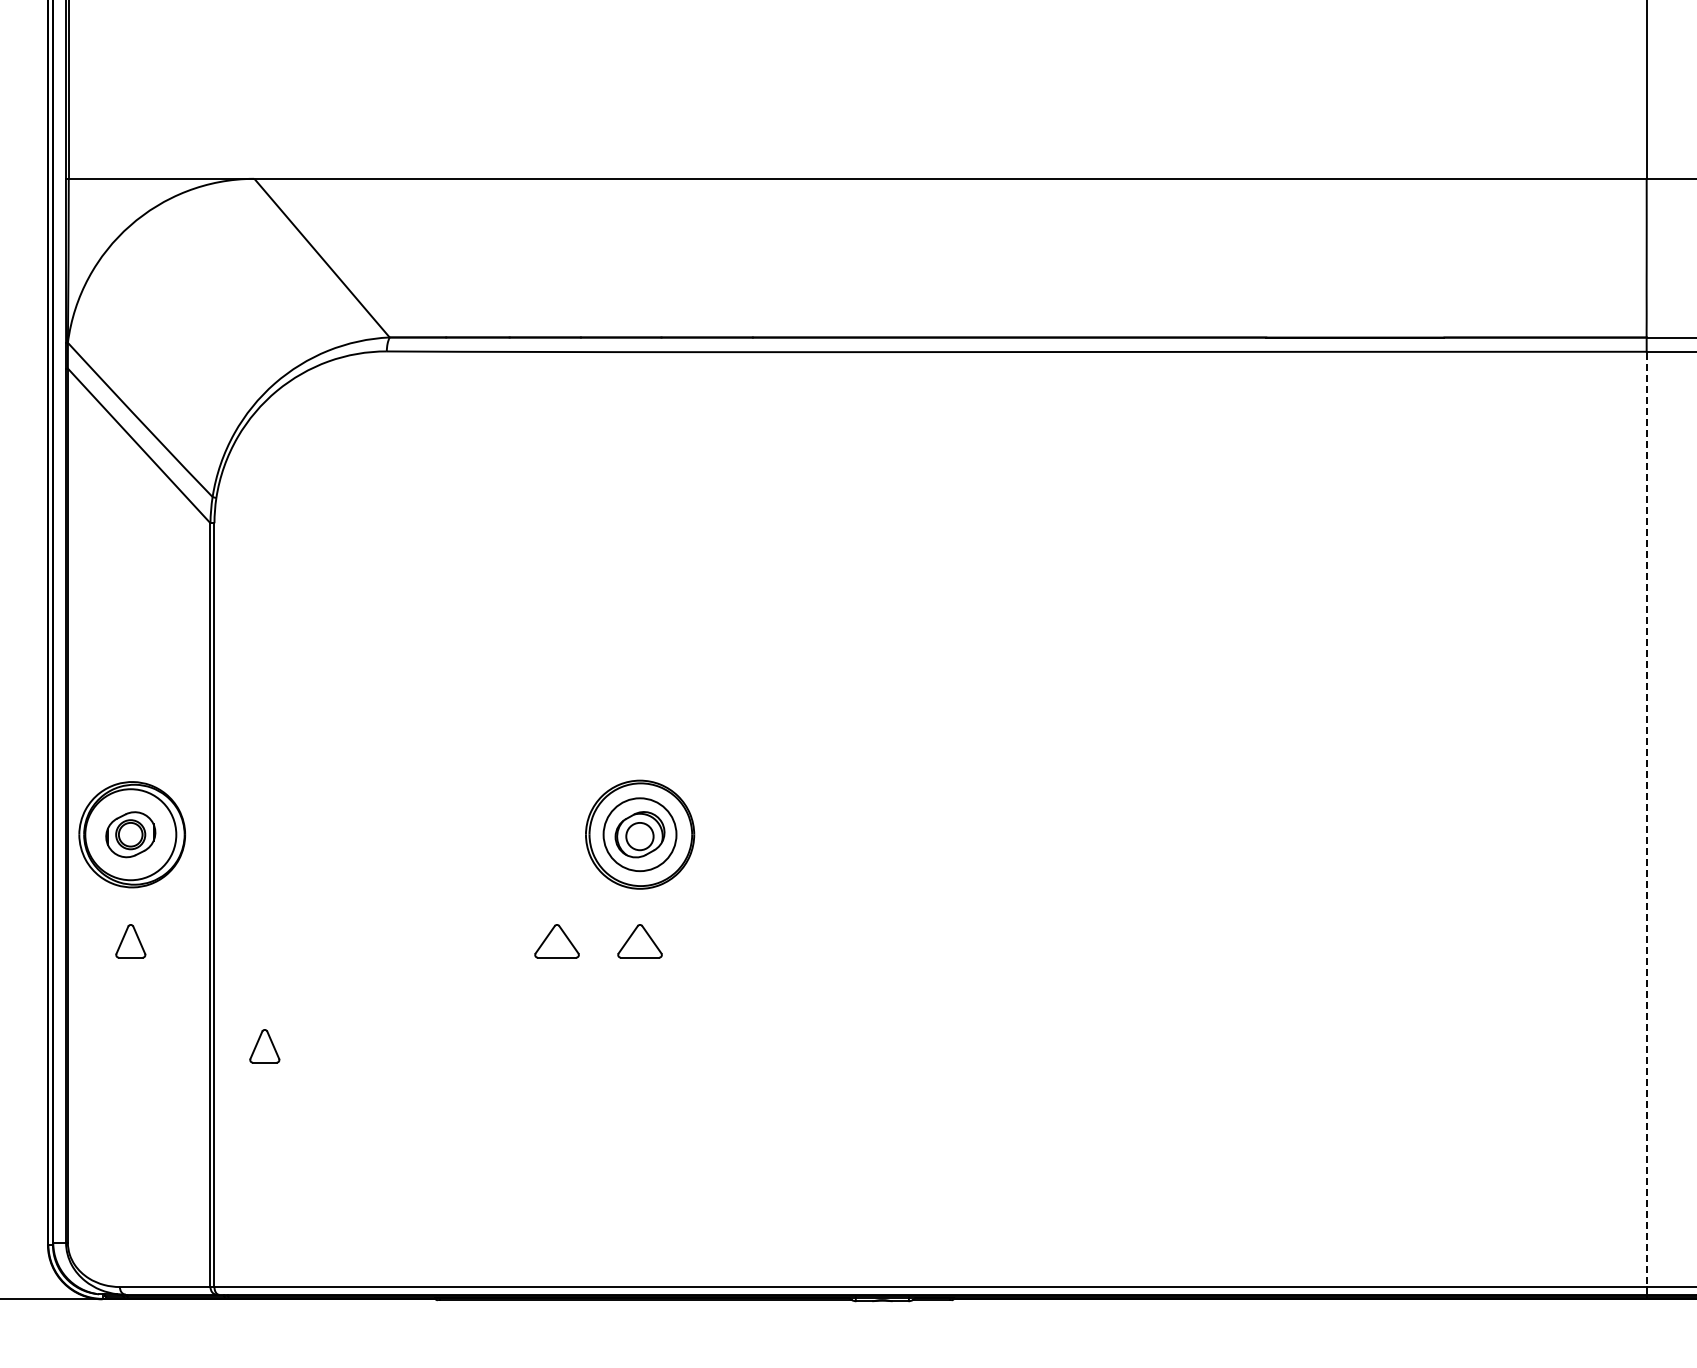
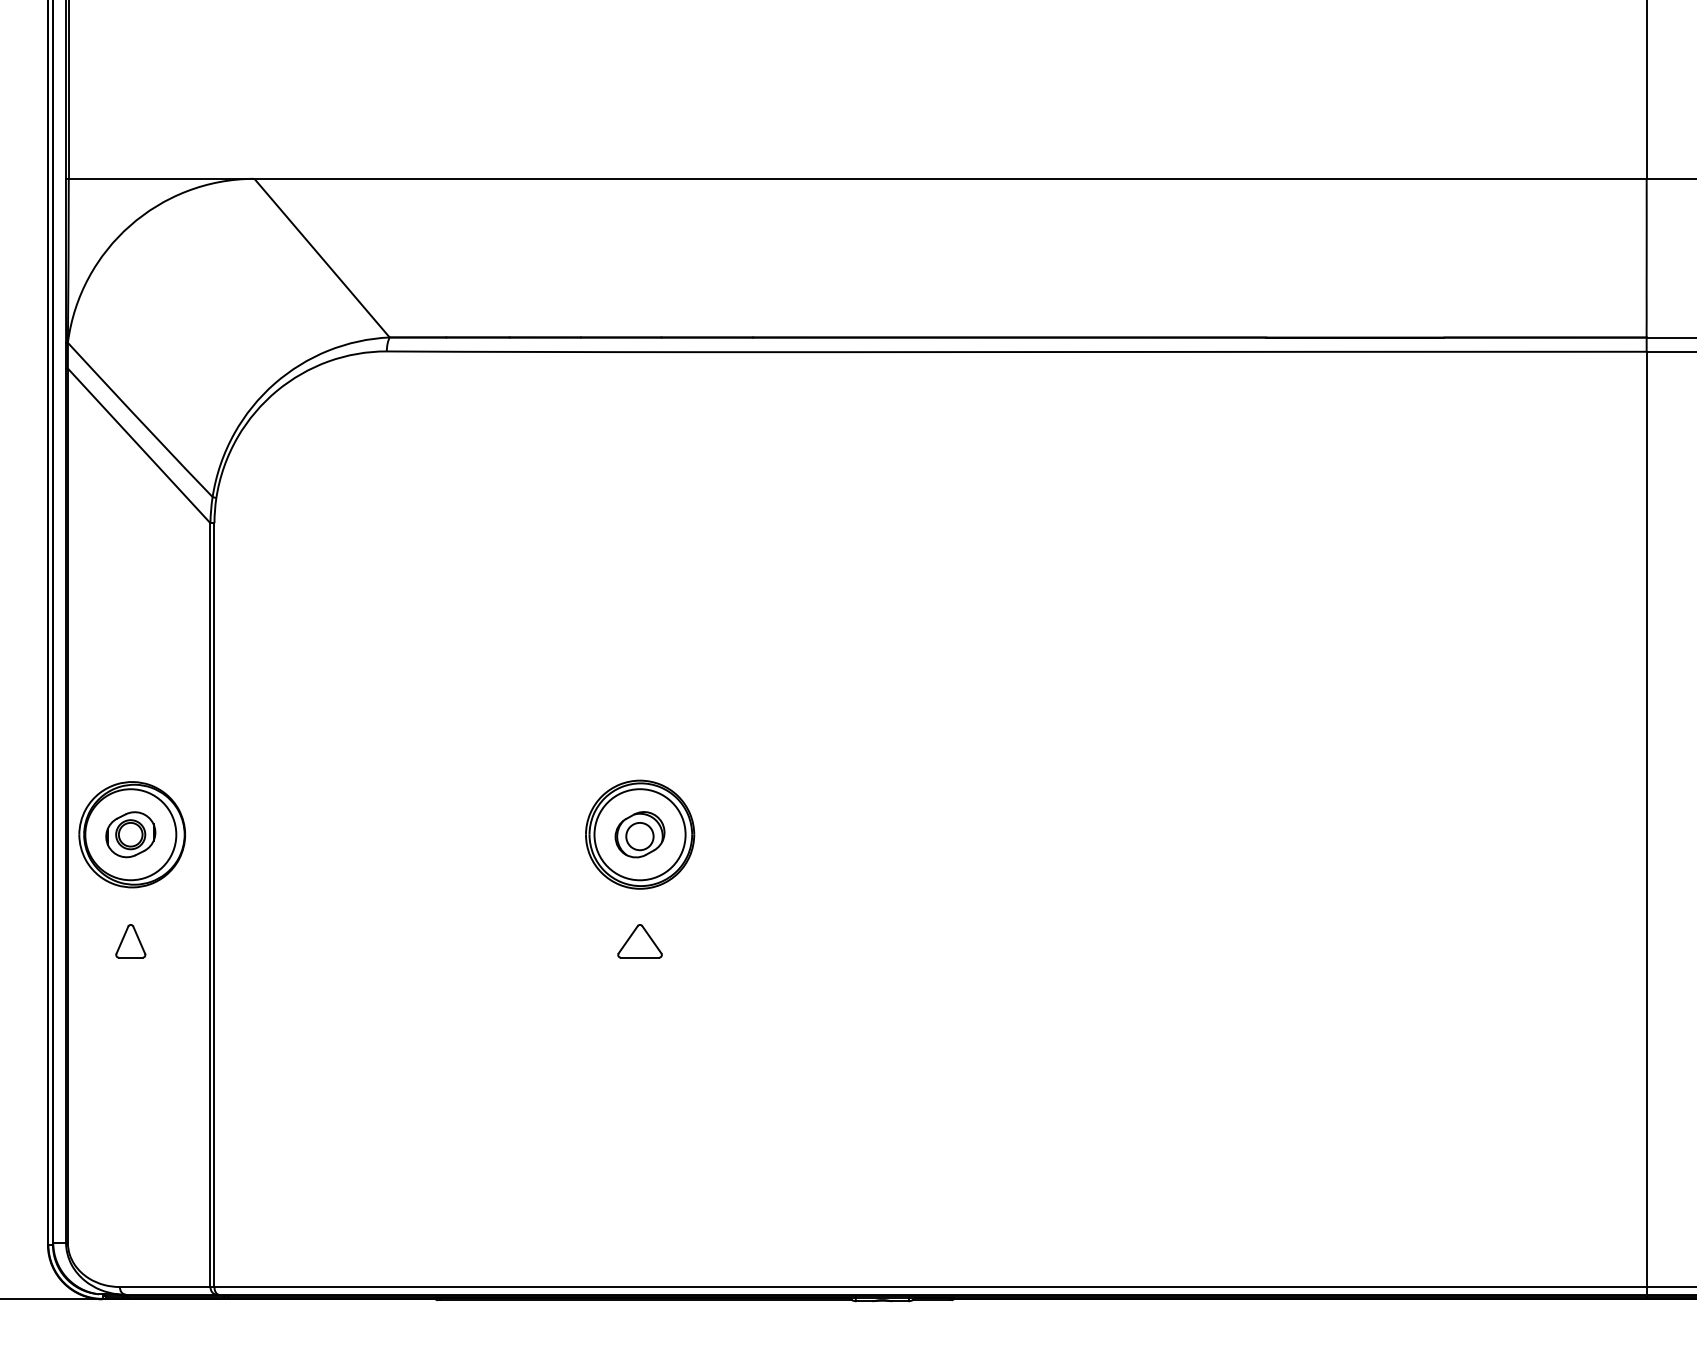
line at (1646, 822): dashed -> solid
circle at (639, 834) diameter: 73 px -> 91 px
part at (556, 941): present -> none
part at (264, 1046): present -> none
